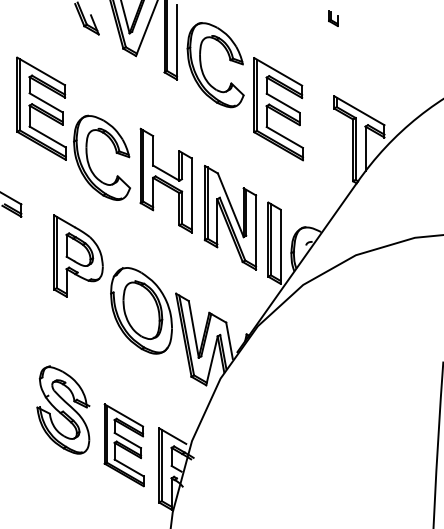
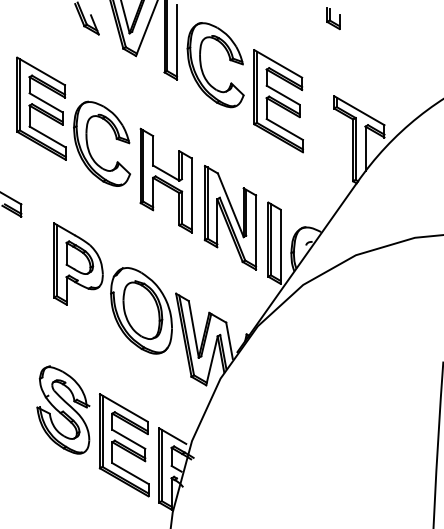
part at (333, 18) size: 11x17 px -> 15x24 px
part at (278, 109) position: (278, 109) -> (278, 101)
part at (115, 153) position: (115, 153) -> (115, 139)
part at (78, 255) position: (78, 255) -> (78, 263)
part at (123, 445) size: 42x85 px -> 52x105 px
